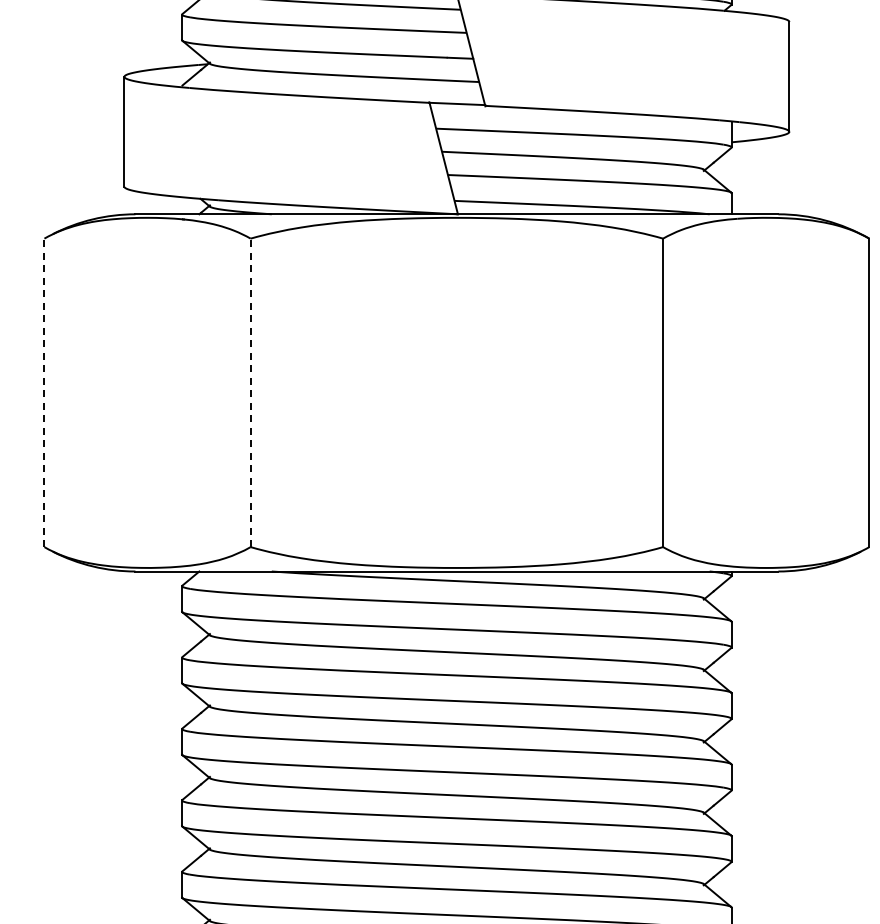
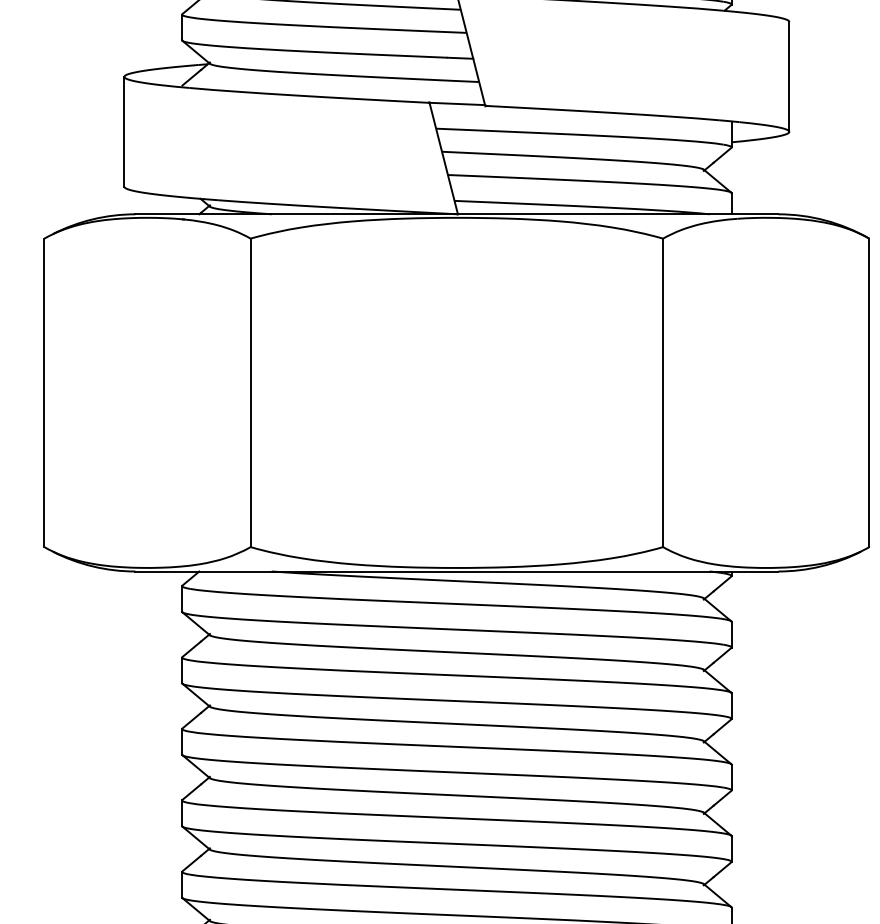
line at (44, 392): dashed -> solid
line at (250, 392): dashed -> solid
